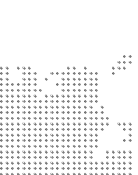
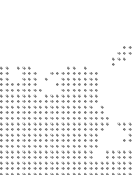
part at (121, 64) position: (121, 64) -> (121, 55)
